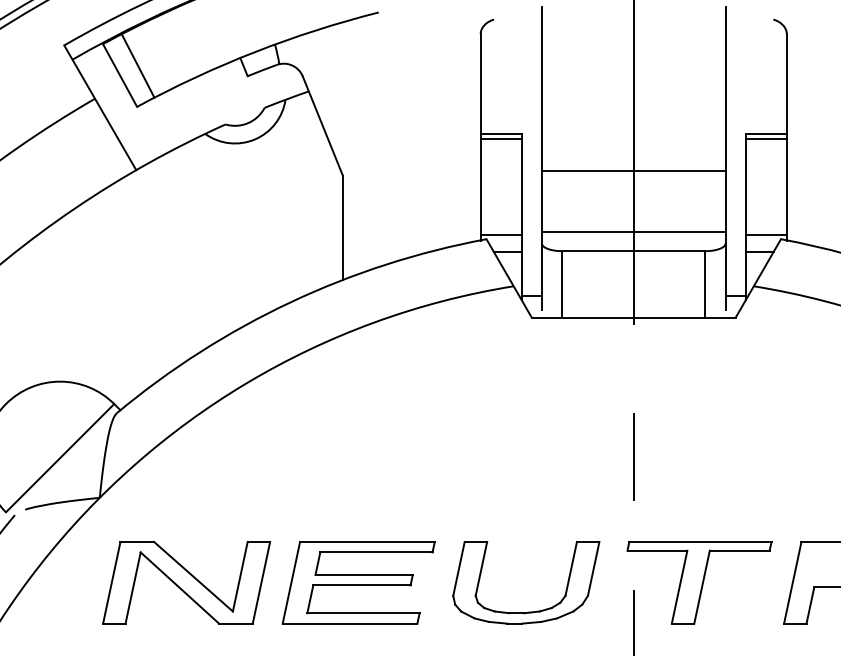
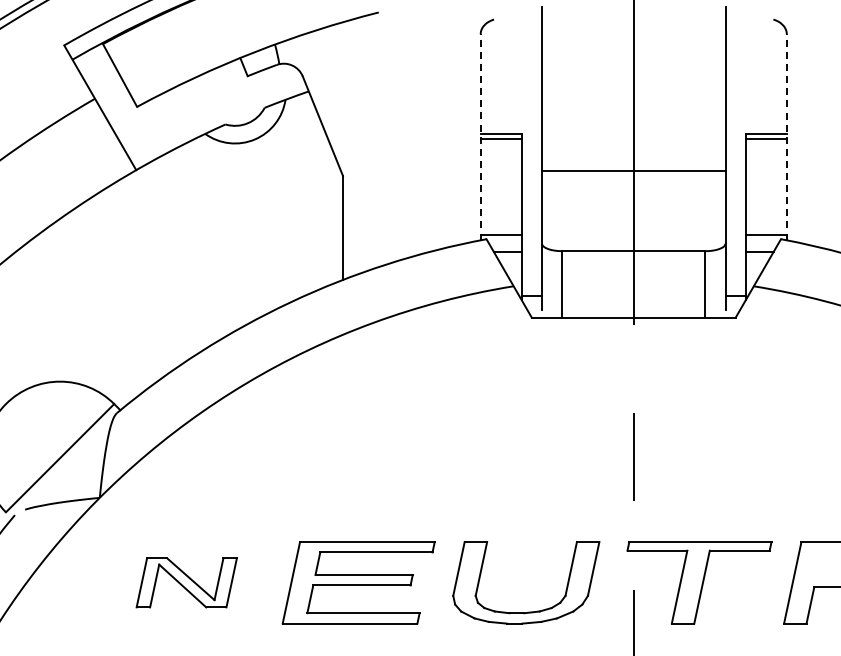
line at (137, 65): present -> none
line at (480, 136): solid -> dashed
line at (786, 136): solid -> dashed
line at (633, 232): present -> none
part at (186, 582) size: 170x84 px -> 103x52 px
